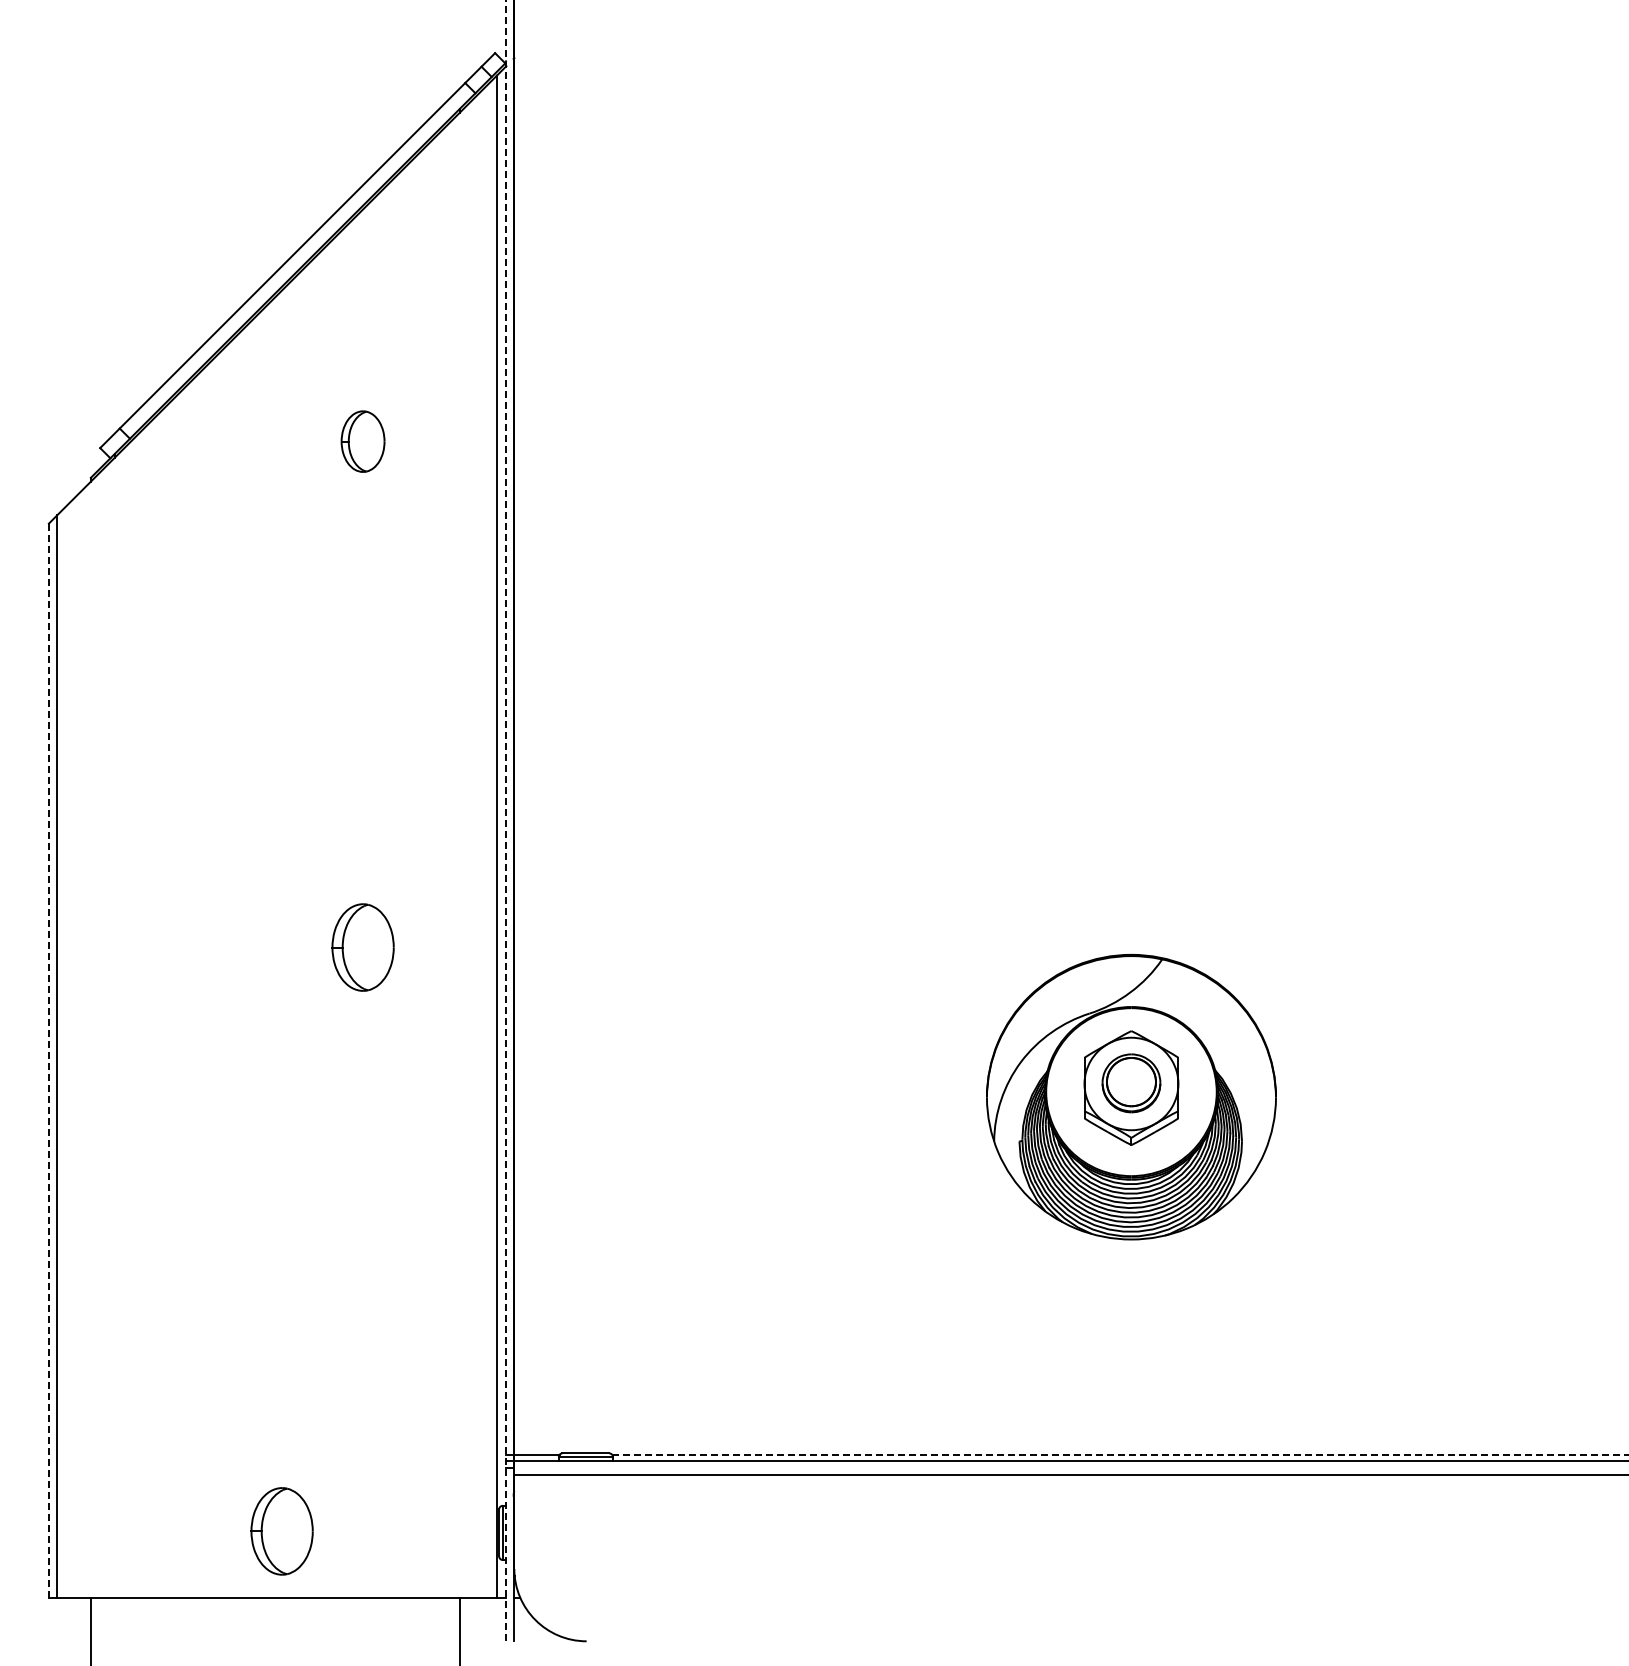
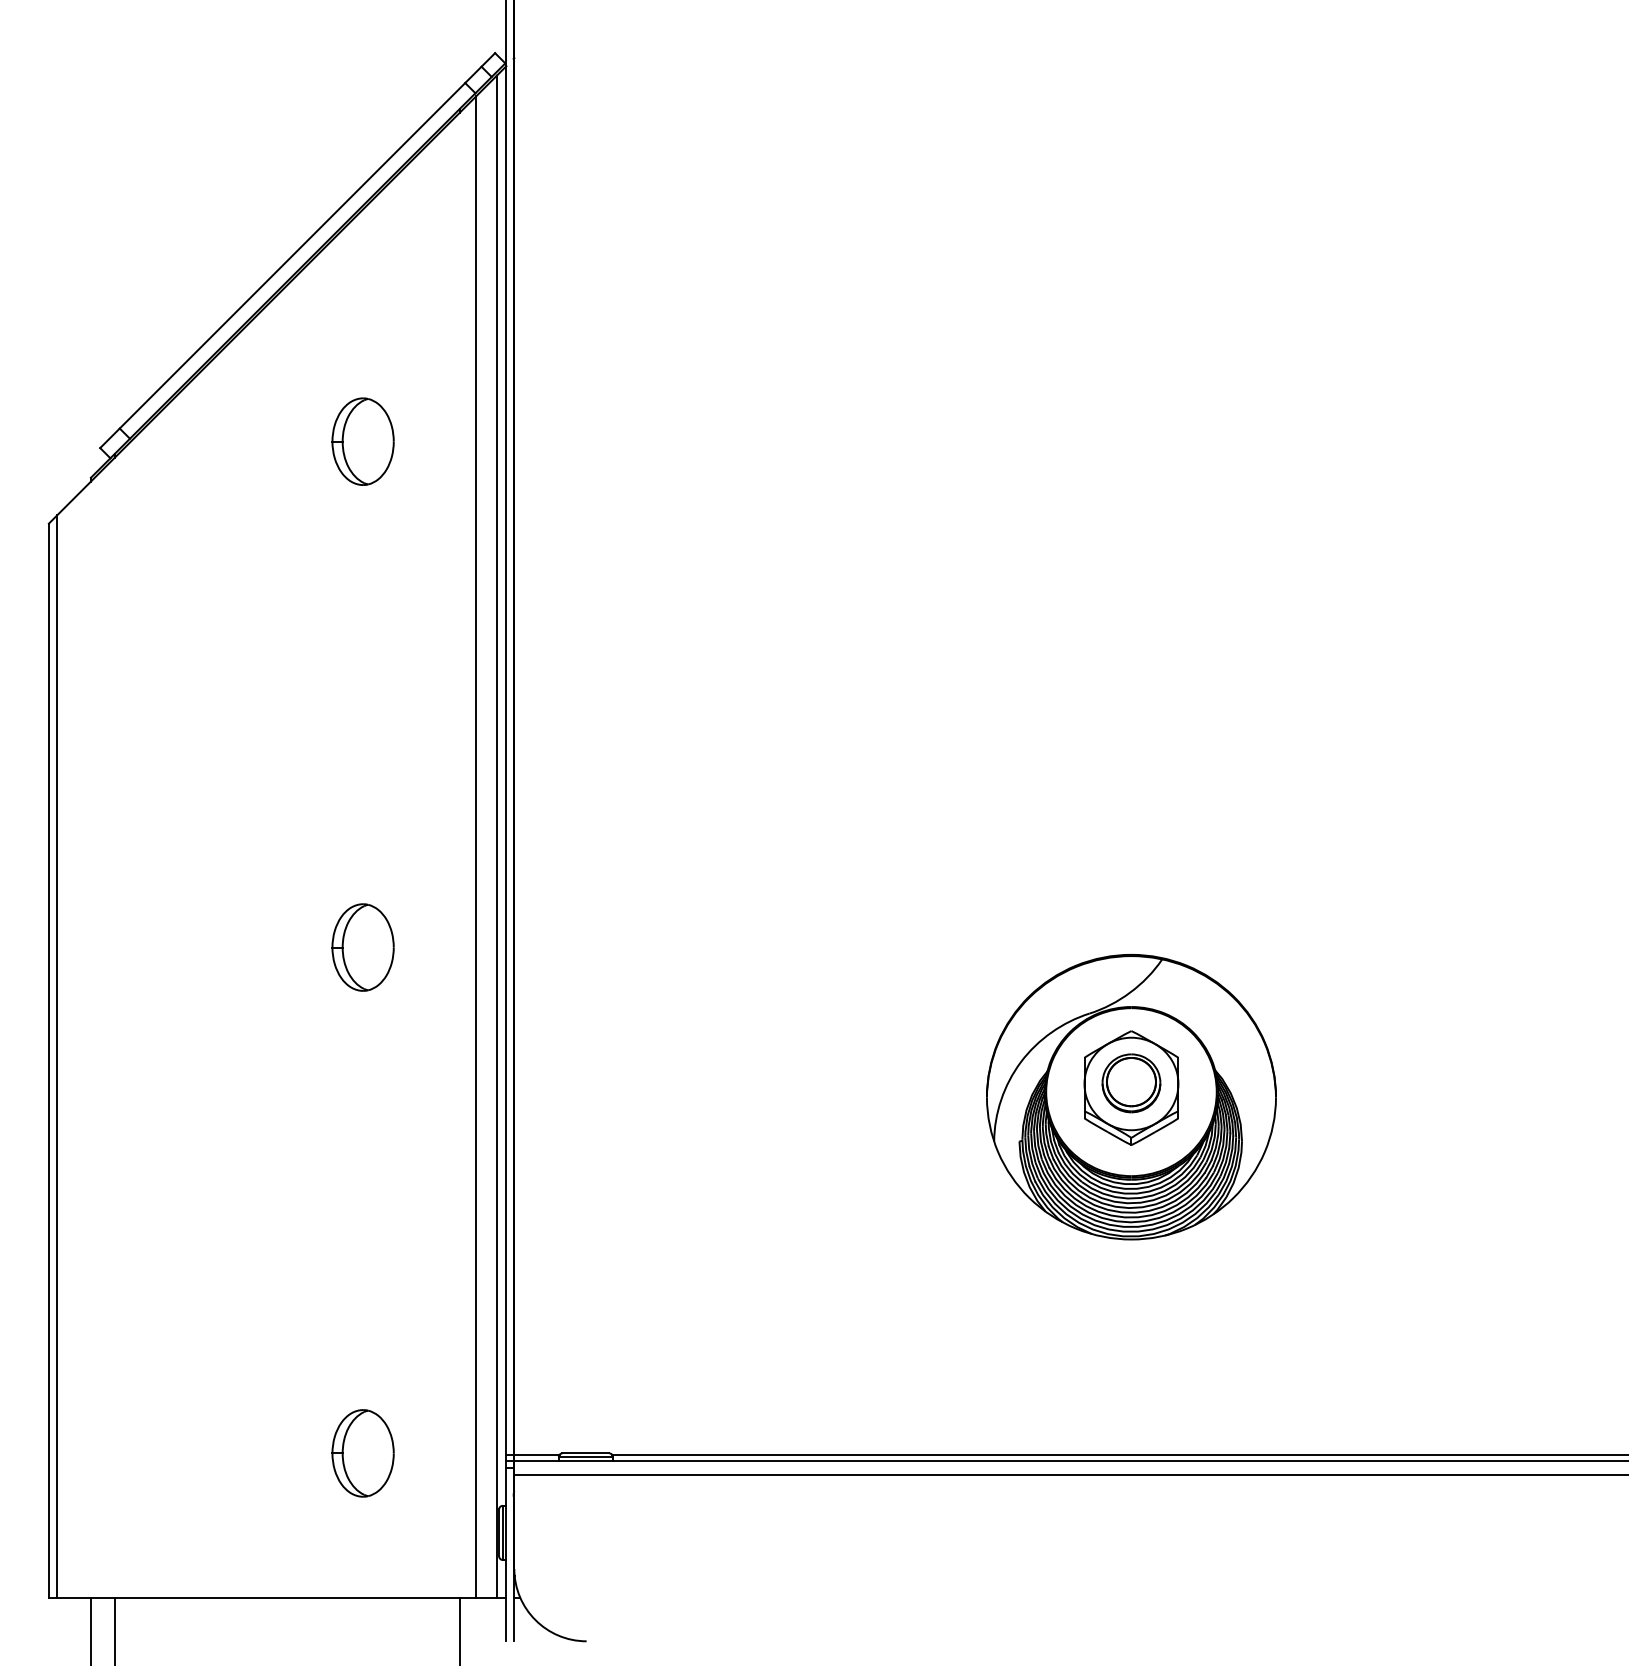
part at (362, 441) size: 46x63 px -> 64x89 px
line at (506, 820): dashed -> solid
line at (476, 846): none -> present
line at (48, 1060): dashed -> solid
line at (1121, 1454): dashed -> solid
part at (281, 1531) position: (281, 1531) -> (362, 1453)
line at (114, 1629): none -> present
